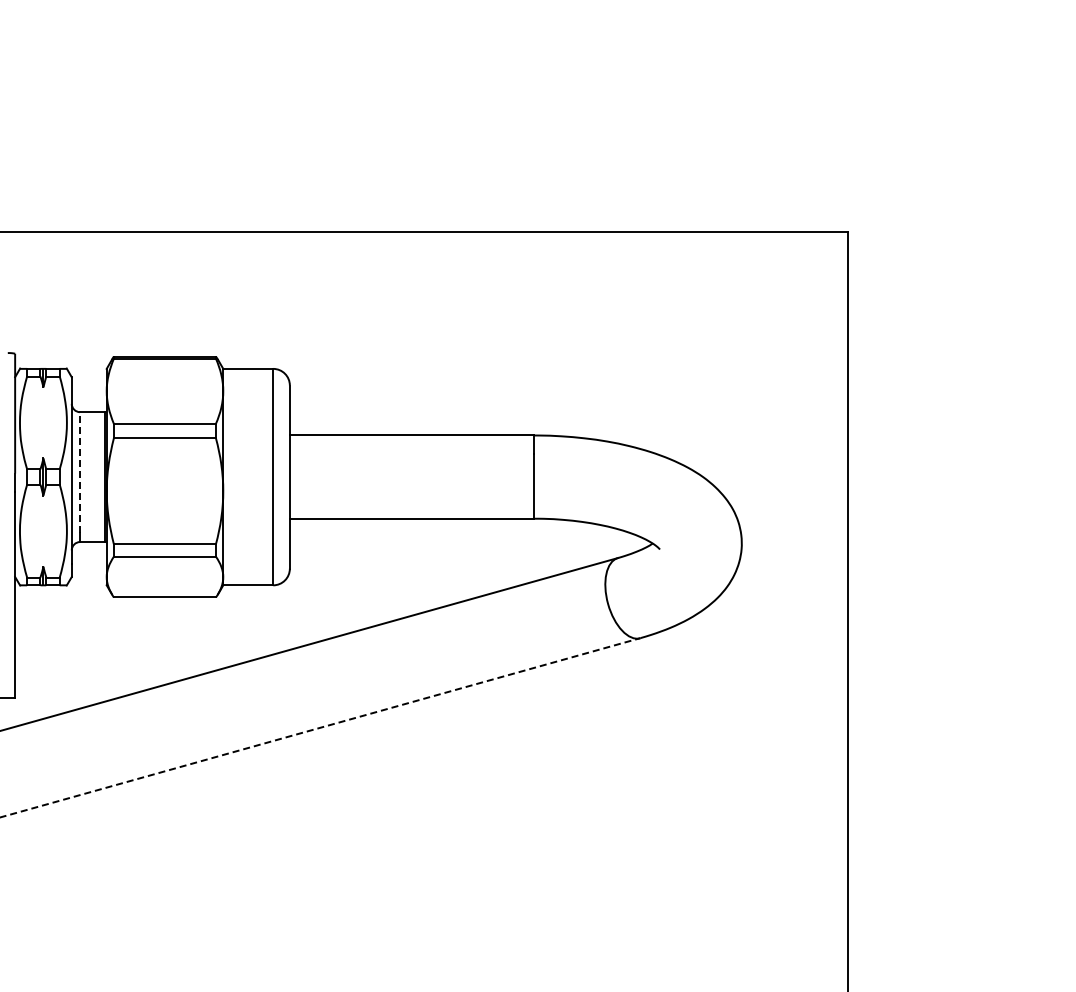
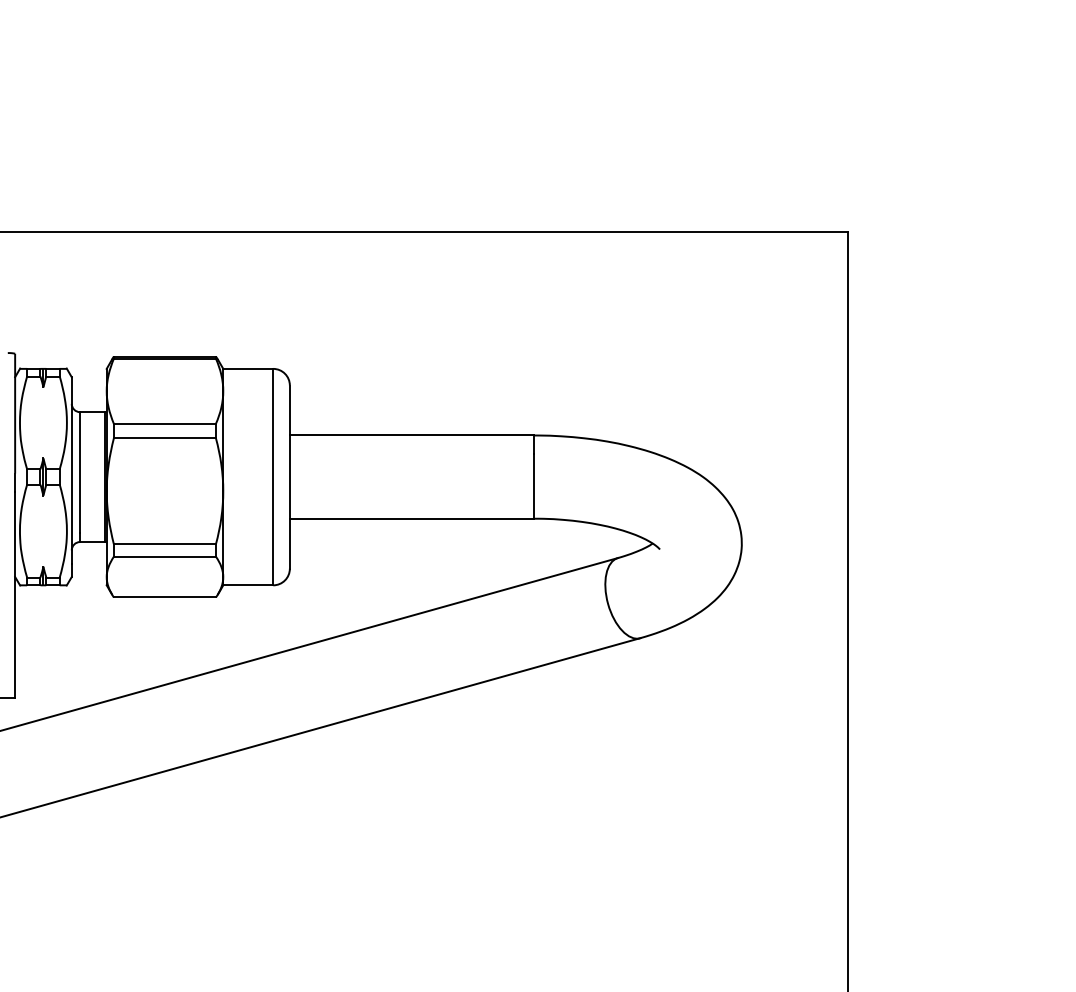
line at (80, 472): dashed -> solid
line at (321, 727): dashed -> solid
